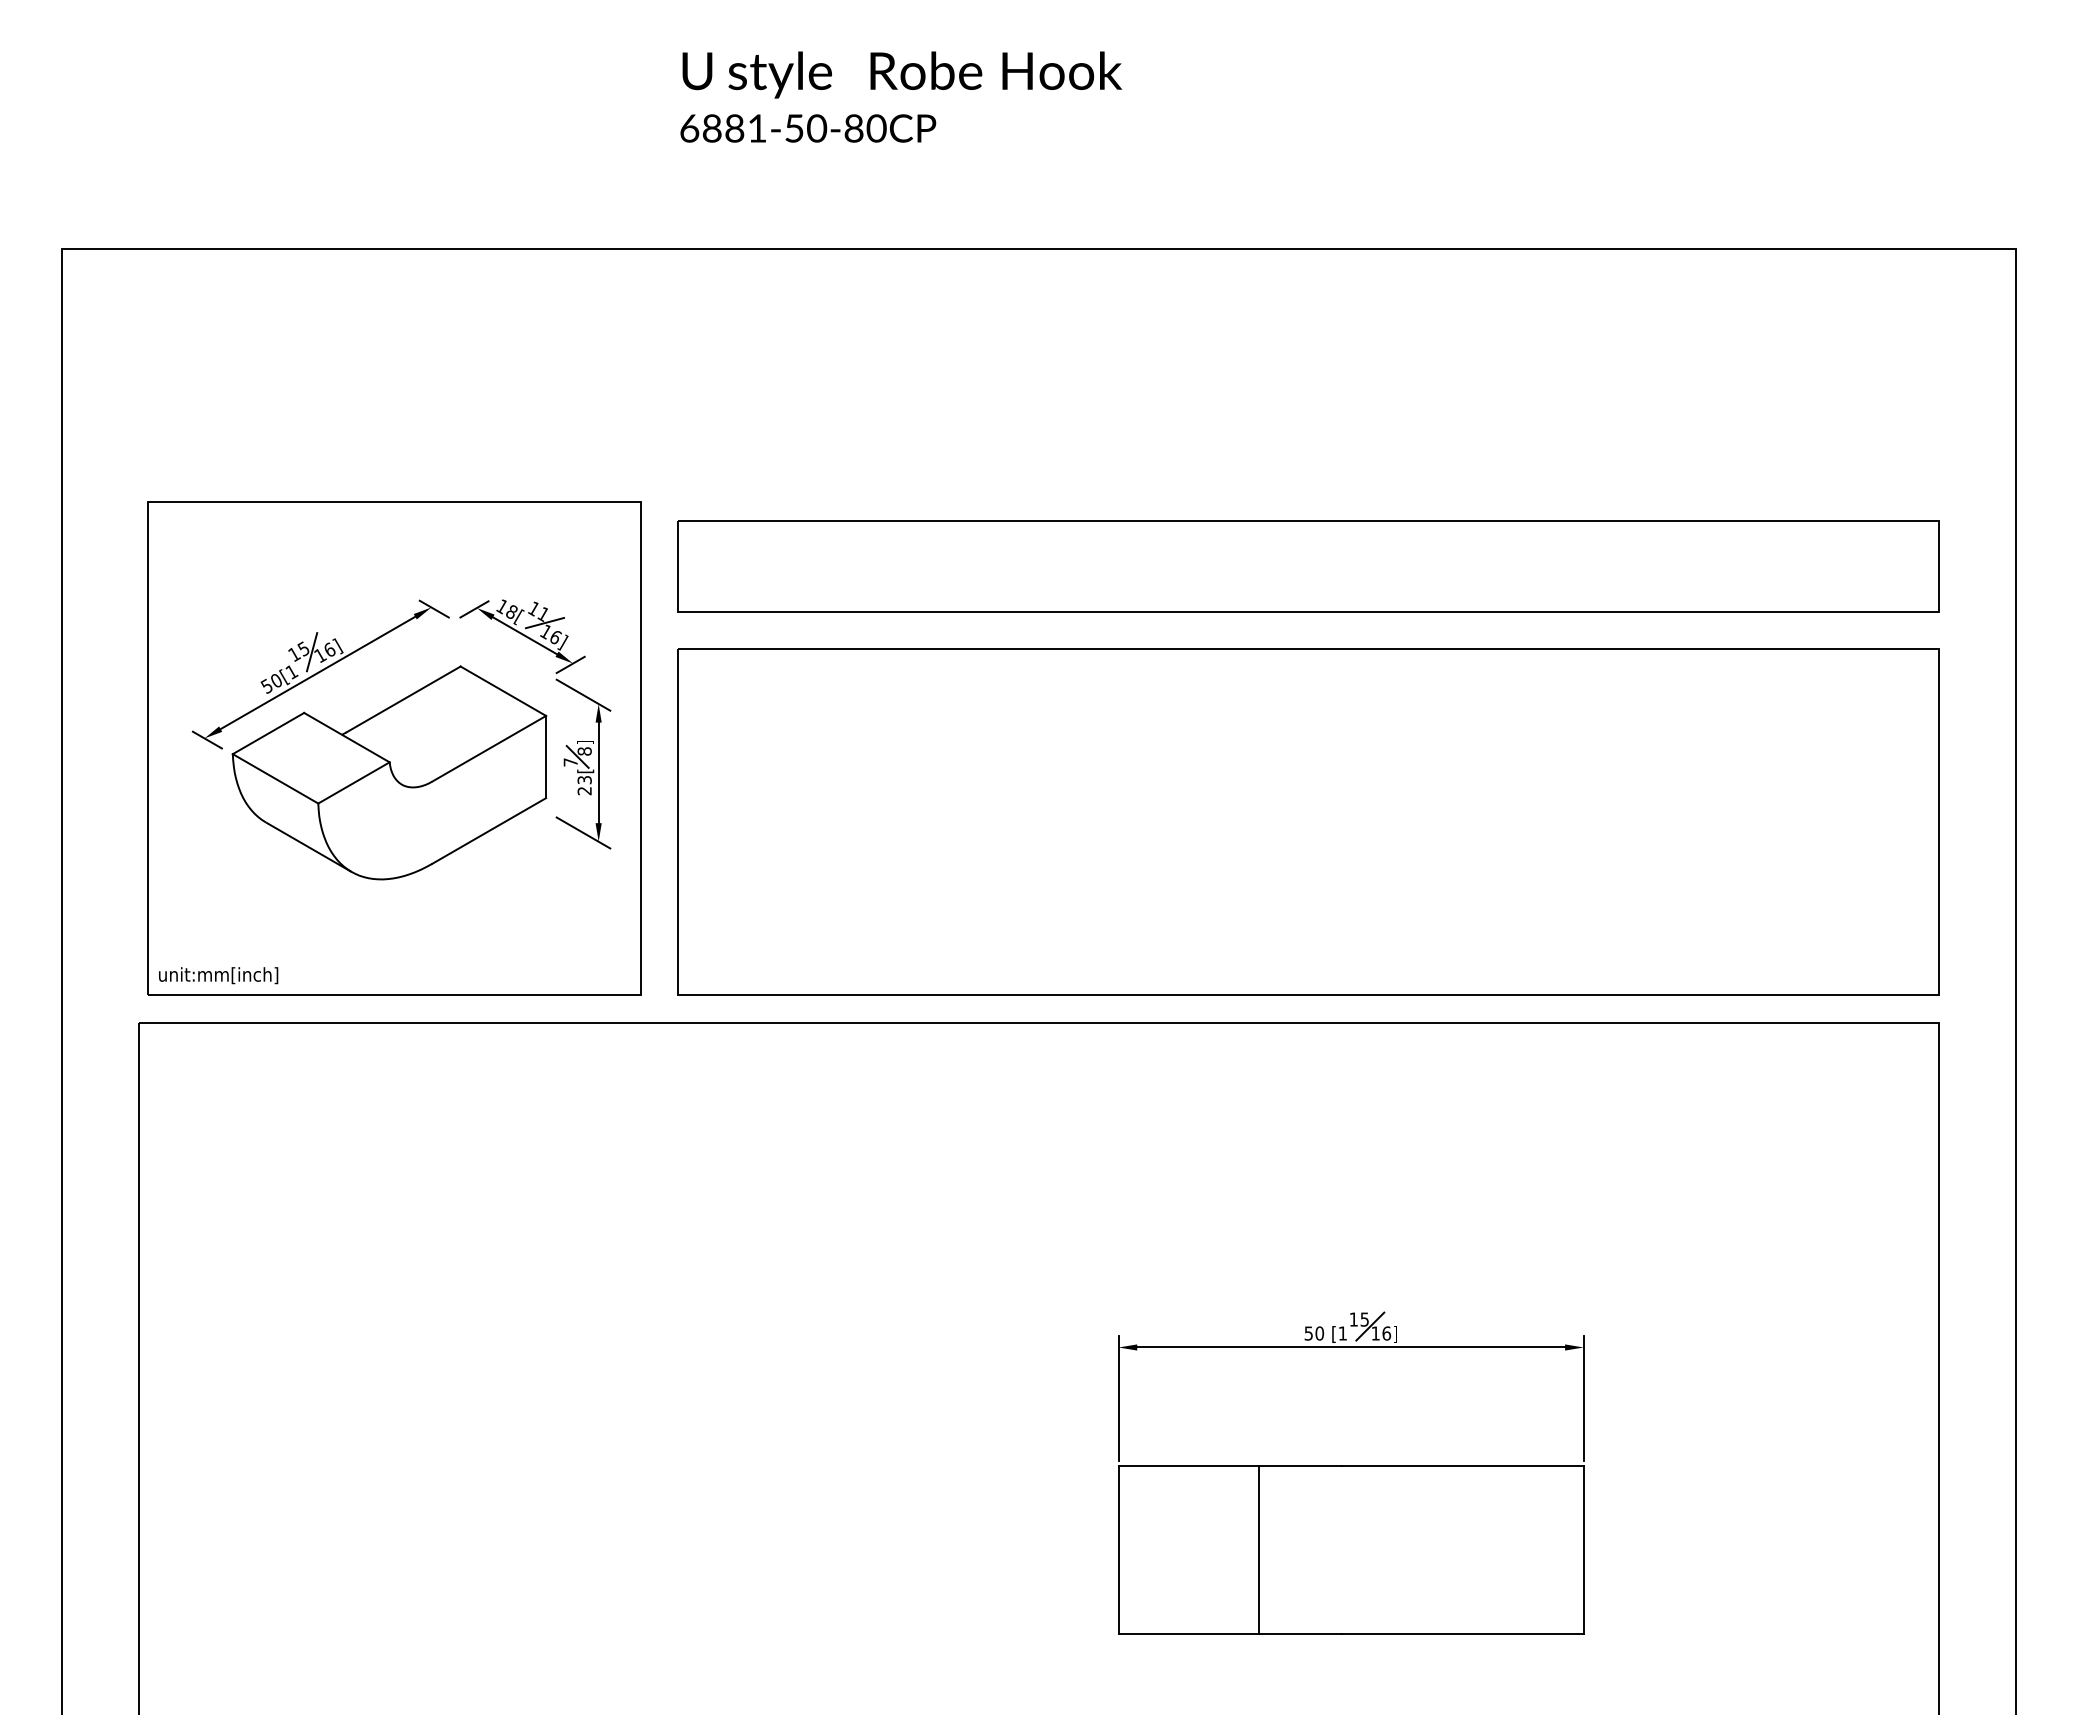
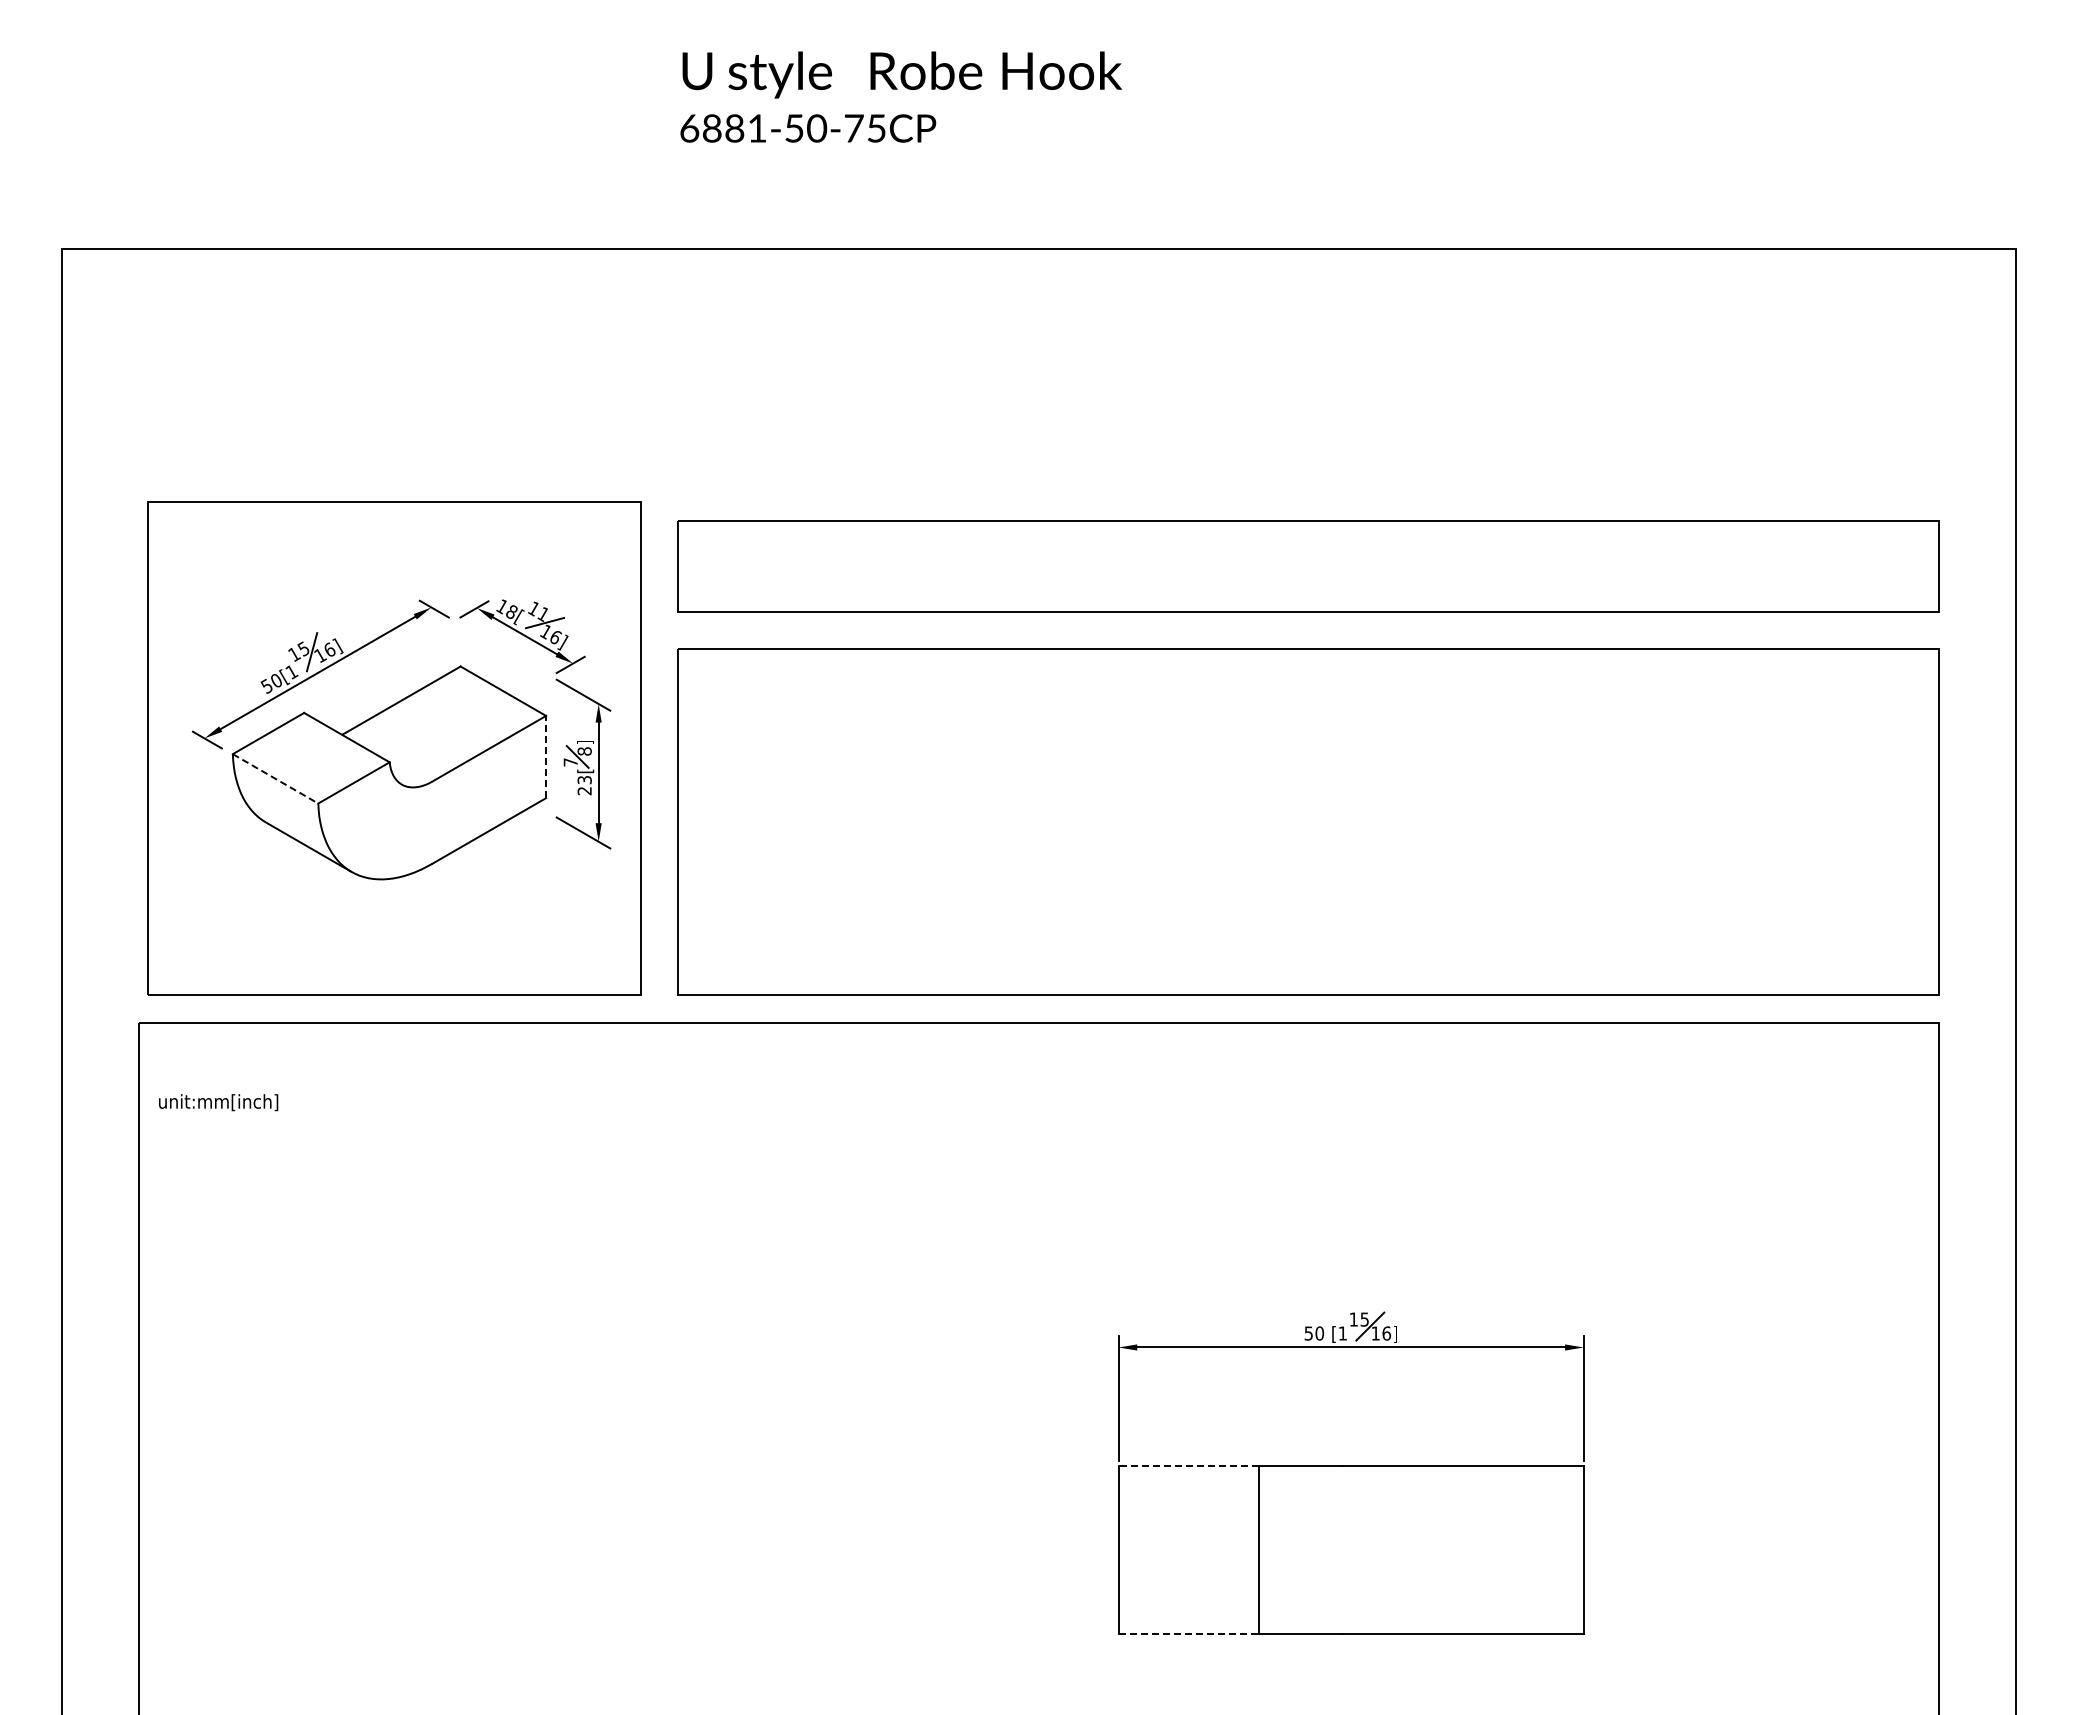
text at (865, 128): 6881-50-80CP -> 6881-50-75CP
line at (546, 756): solid -> dashed
line at (276, 779): solid -> dashed
text at (218, 975) position: (218, 975) -> (218, 1102)
line at (1188, 1466): solid -> dashed
line at (1188, 1633): solid -> dashed
